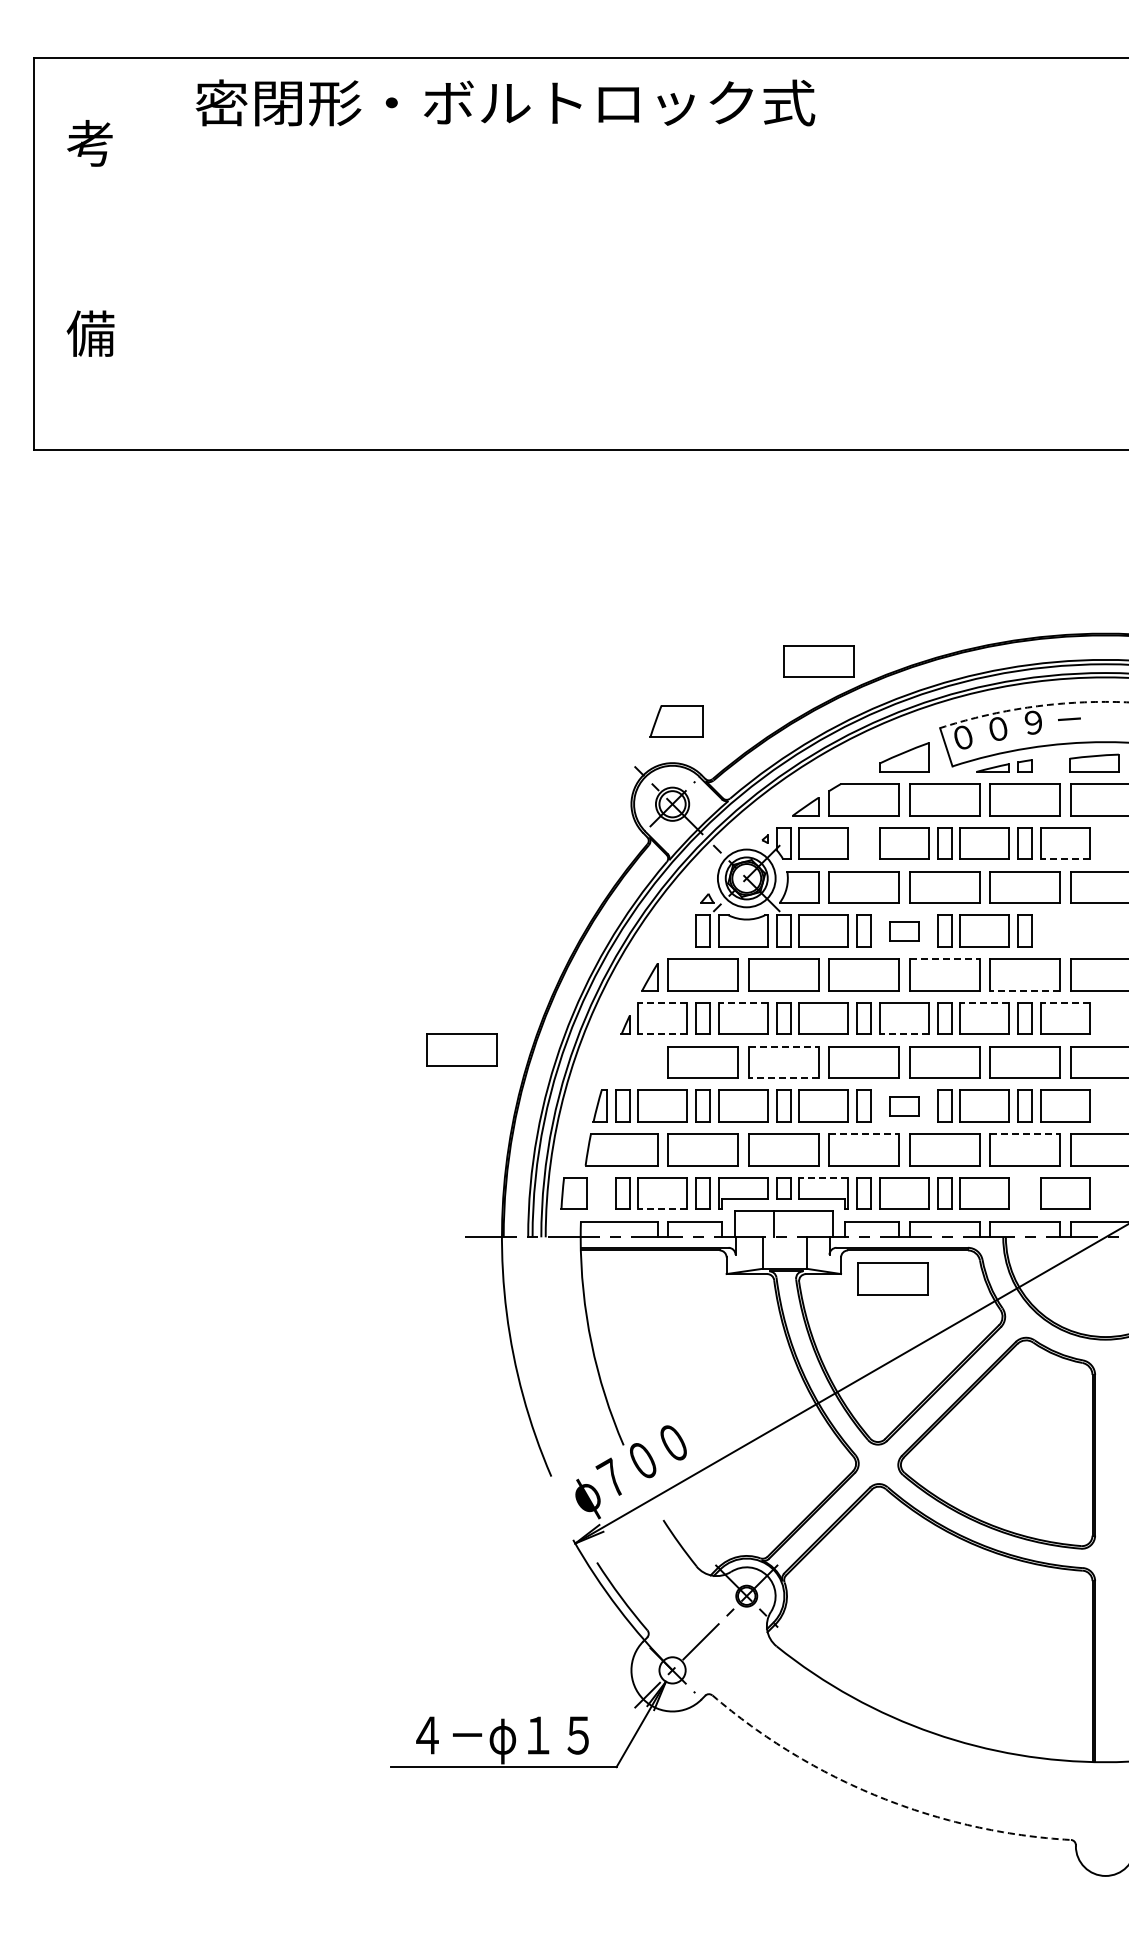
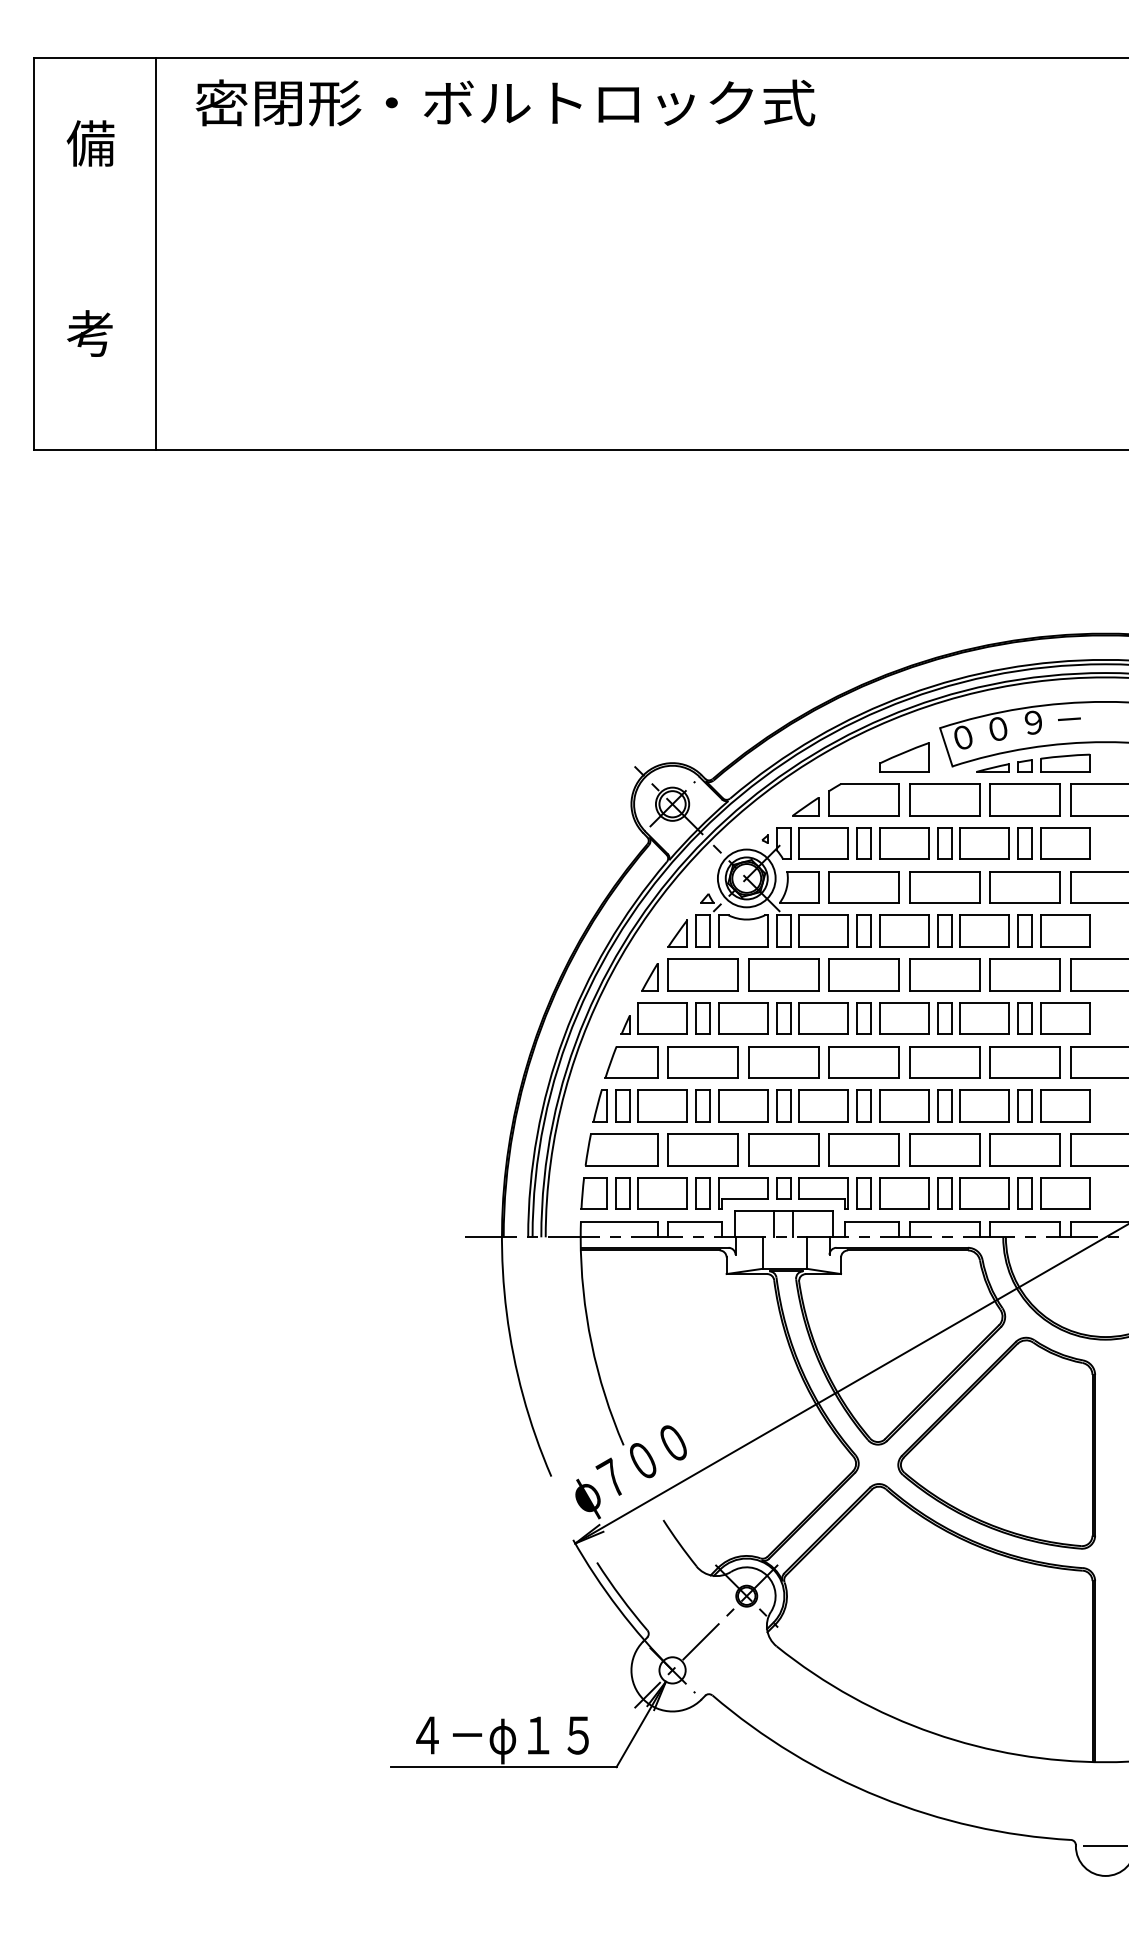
text at (90, 143): 考 -> 備
line at (156, 253): none -> present
text at (90, 333): 備 -> 考
part at (818, 661): present -> none
arc at (1032, 707): dashed -> solid
part at (676, 721) position: (676, 721) -> (631, 1062)
part at (1094, 762) position: (1094, 762) -> (1065, 762)
part at (863, 843): none -> present
line at (1064, 859): dashed -> solid
part at (1065, 930): none -> present
part at (904, 931) size: 31x21 px -> 51x34 px
part at (677, 933): none -> present
line at (944, 959): dashed -> solid
line at (1025, 990): dashed -> solid
line at (662, 1002): dashed -> solid
line at (742, 1002): dashed -> solid
line at (984, 1002): dashed -> solid
line at (1064, 1002): dashed -> solid
line at (662, 1034): dashed -> solid
line at (903, 1034): dashed -> solid
line at (783, 1046): dashed -> solid
part at (461, 1049): present -> none
line at (783, 1078): dashed -> solid
part at (904, 1106) size: 31x21 px -> 51x34 px
line at (864, 1134): dashed -> solid
line at (1025, 1134): dashed -> solid
line at (823, 1177): dashed -> solid
part at (573, 1193) position: (573, 1193) -> (593, 1193)
part at (1024, 1193): none -> present
line at (662, 1209): dashed -> solid
line at (793, 1224): none -> present
part at (892, 1278): present -> none
arc at (879, 1797): dashed -> solid
line at (1103, 1846): none -> present
